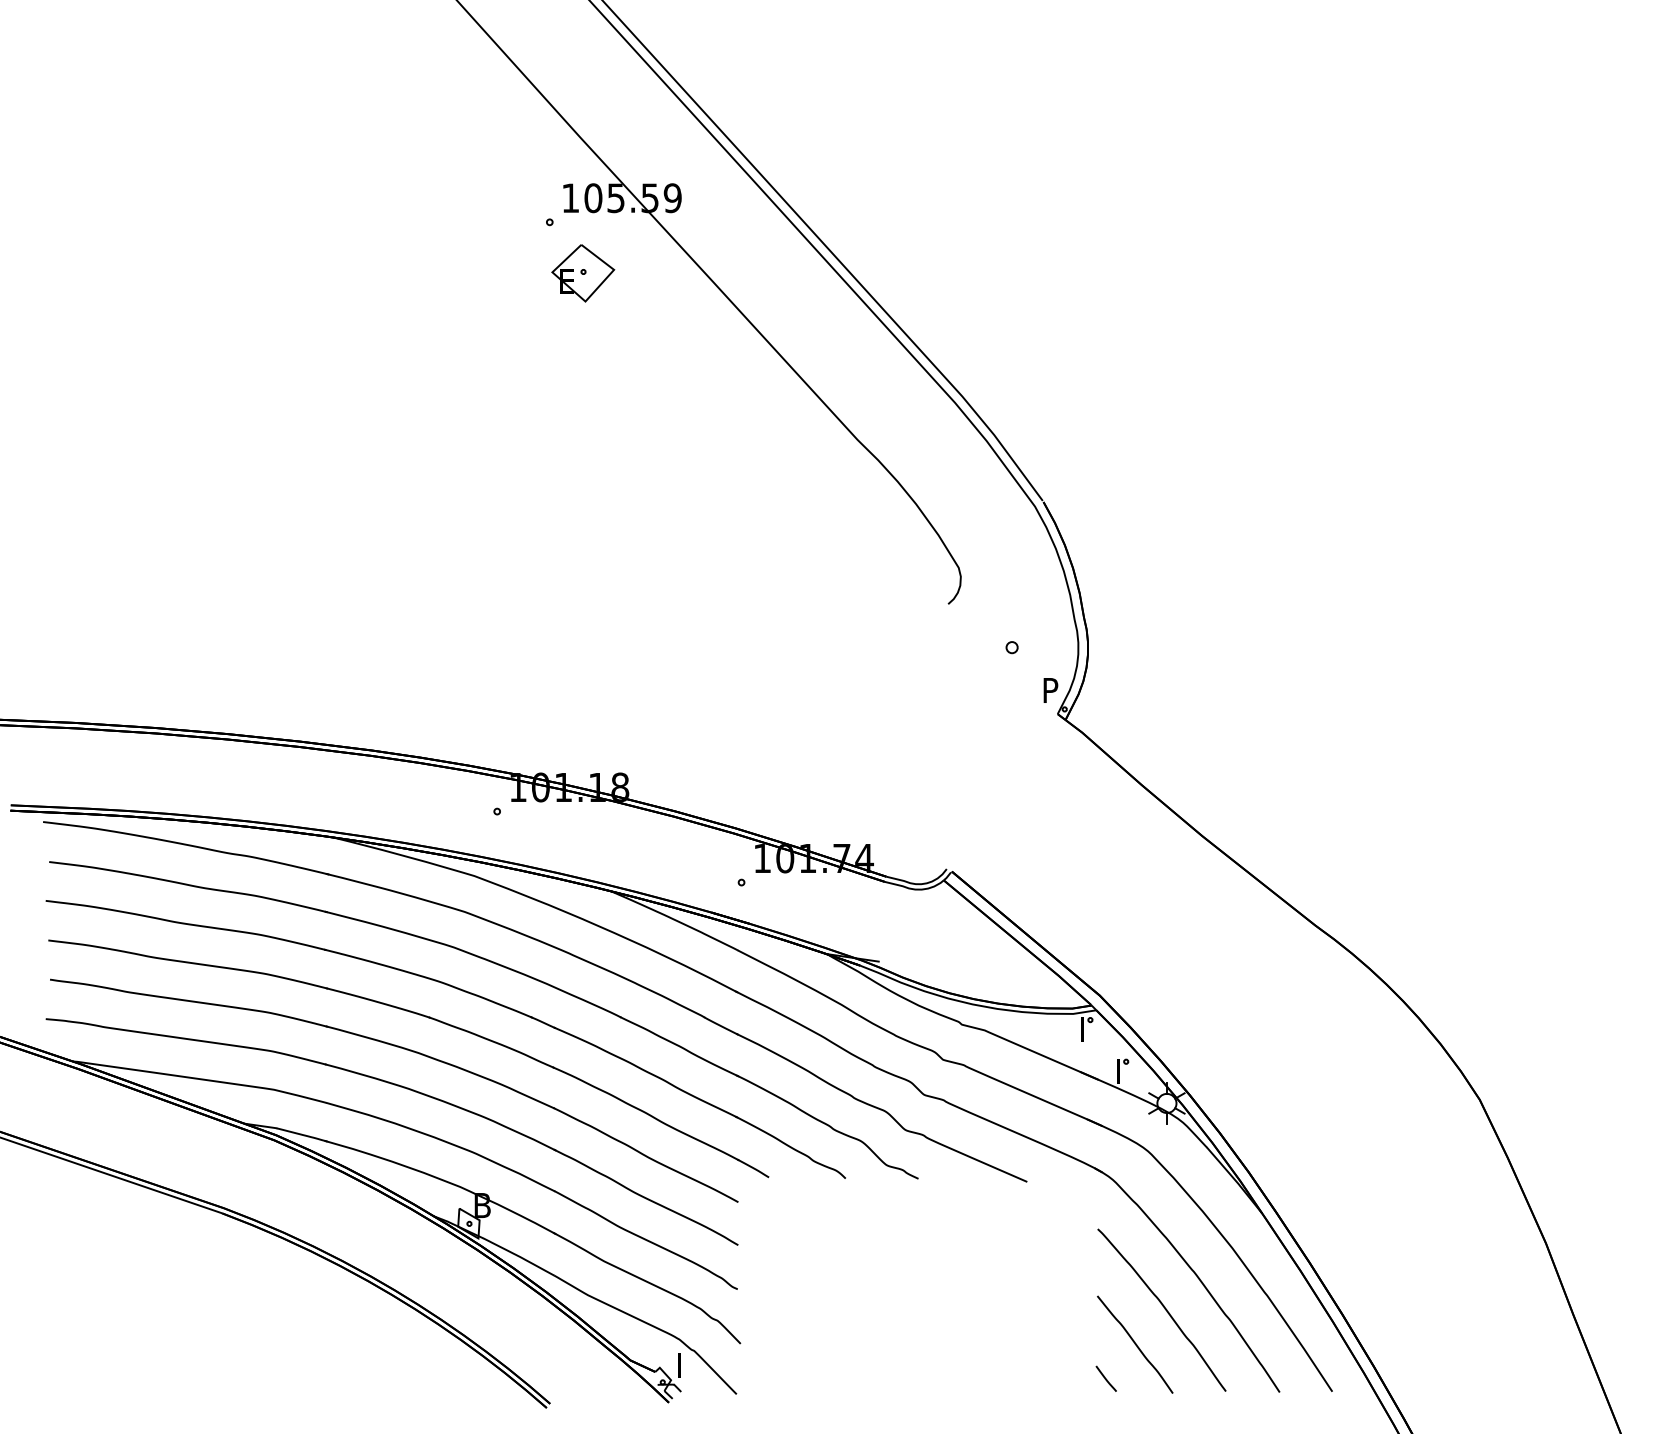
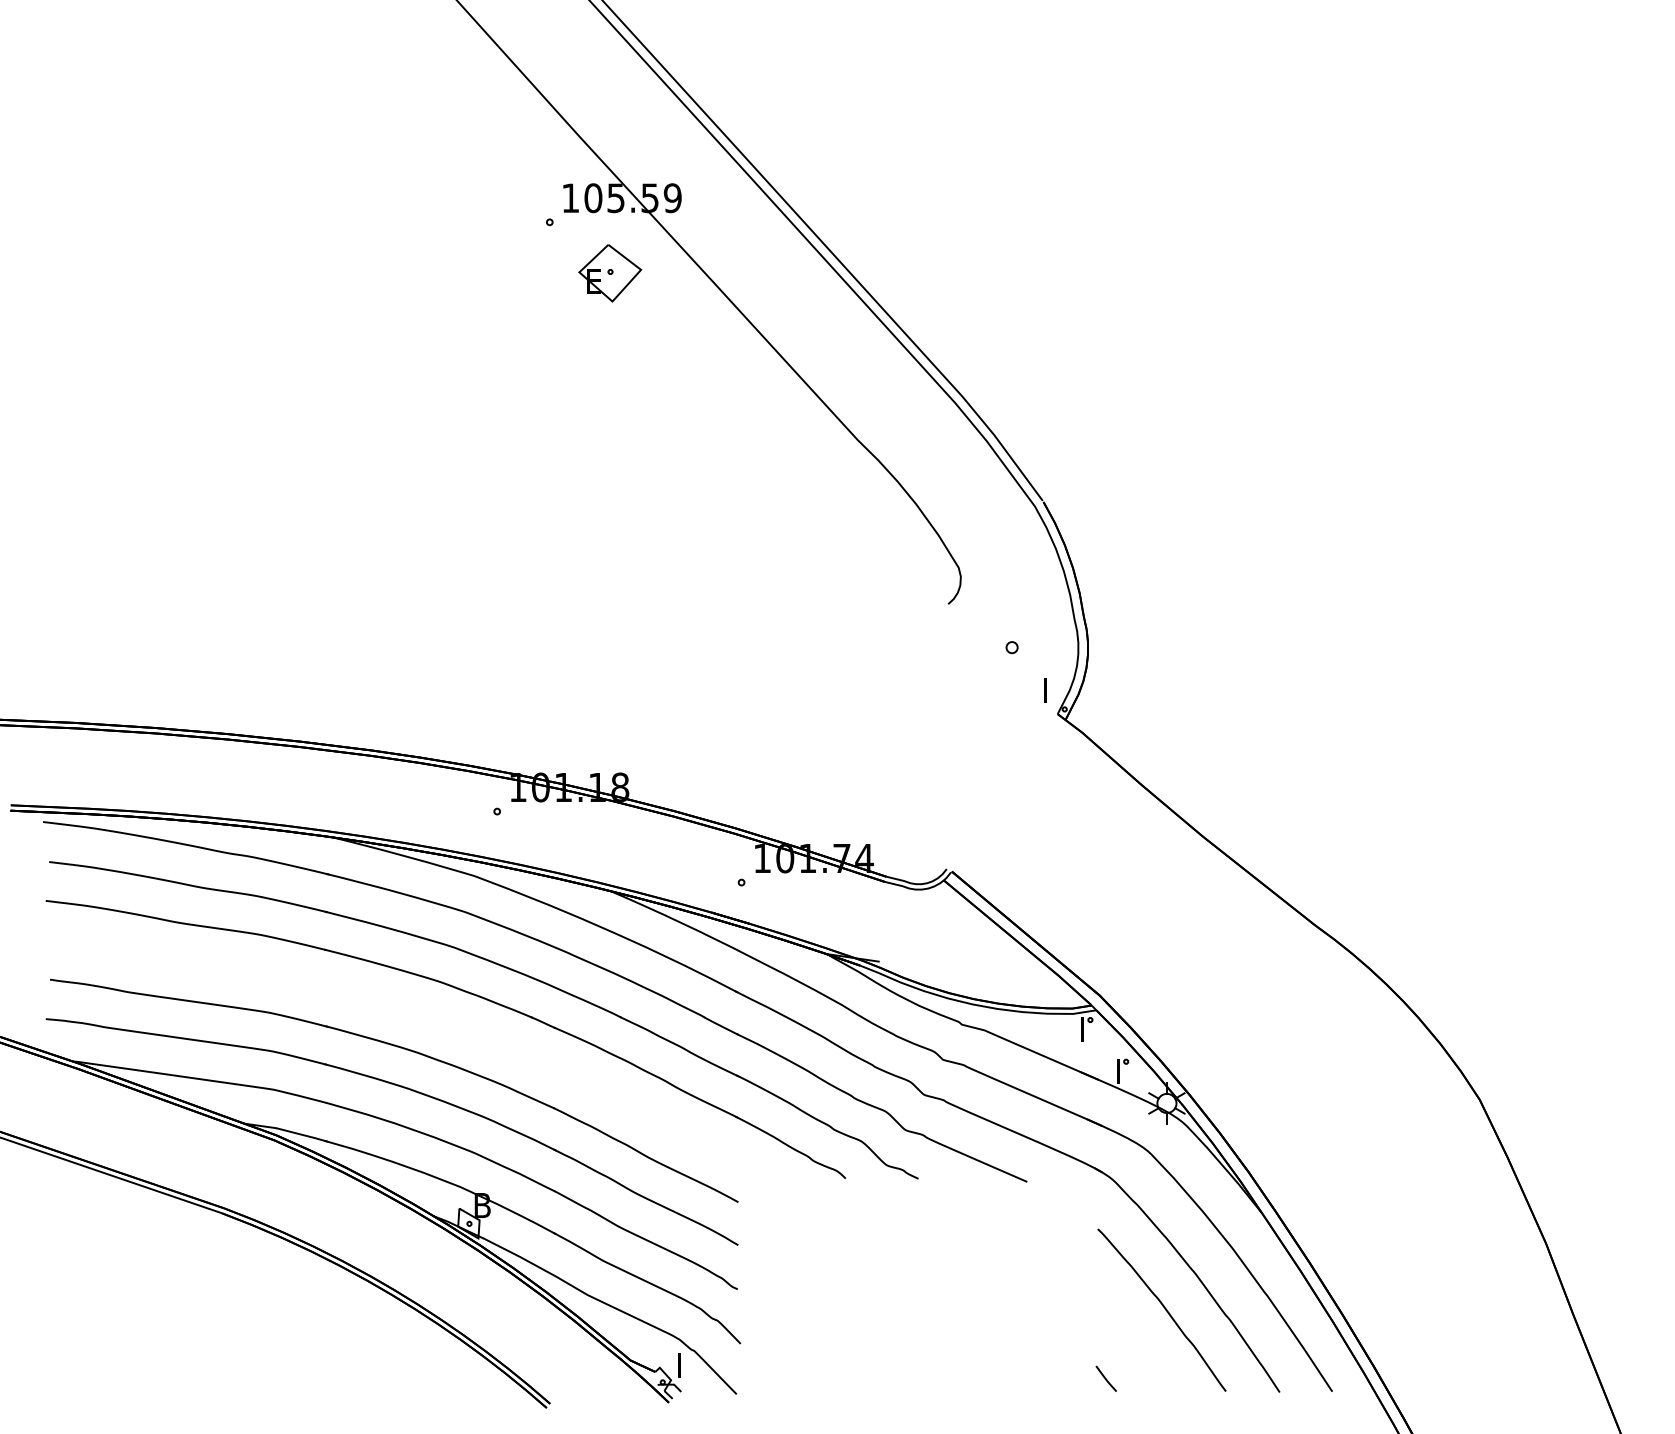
part at (583, 273) position: (583, 273) -> (610, 273)
text at (1050, 690): P -> I
part at (422, 1016): present -> none
curve at (1135, 1344): present -> none
